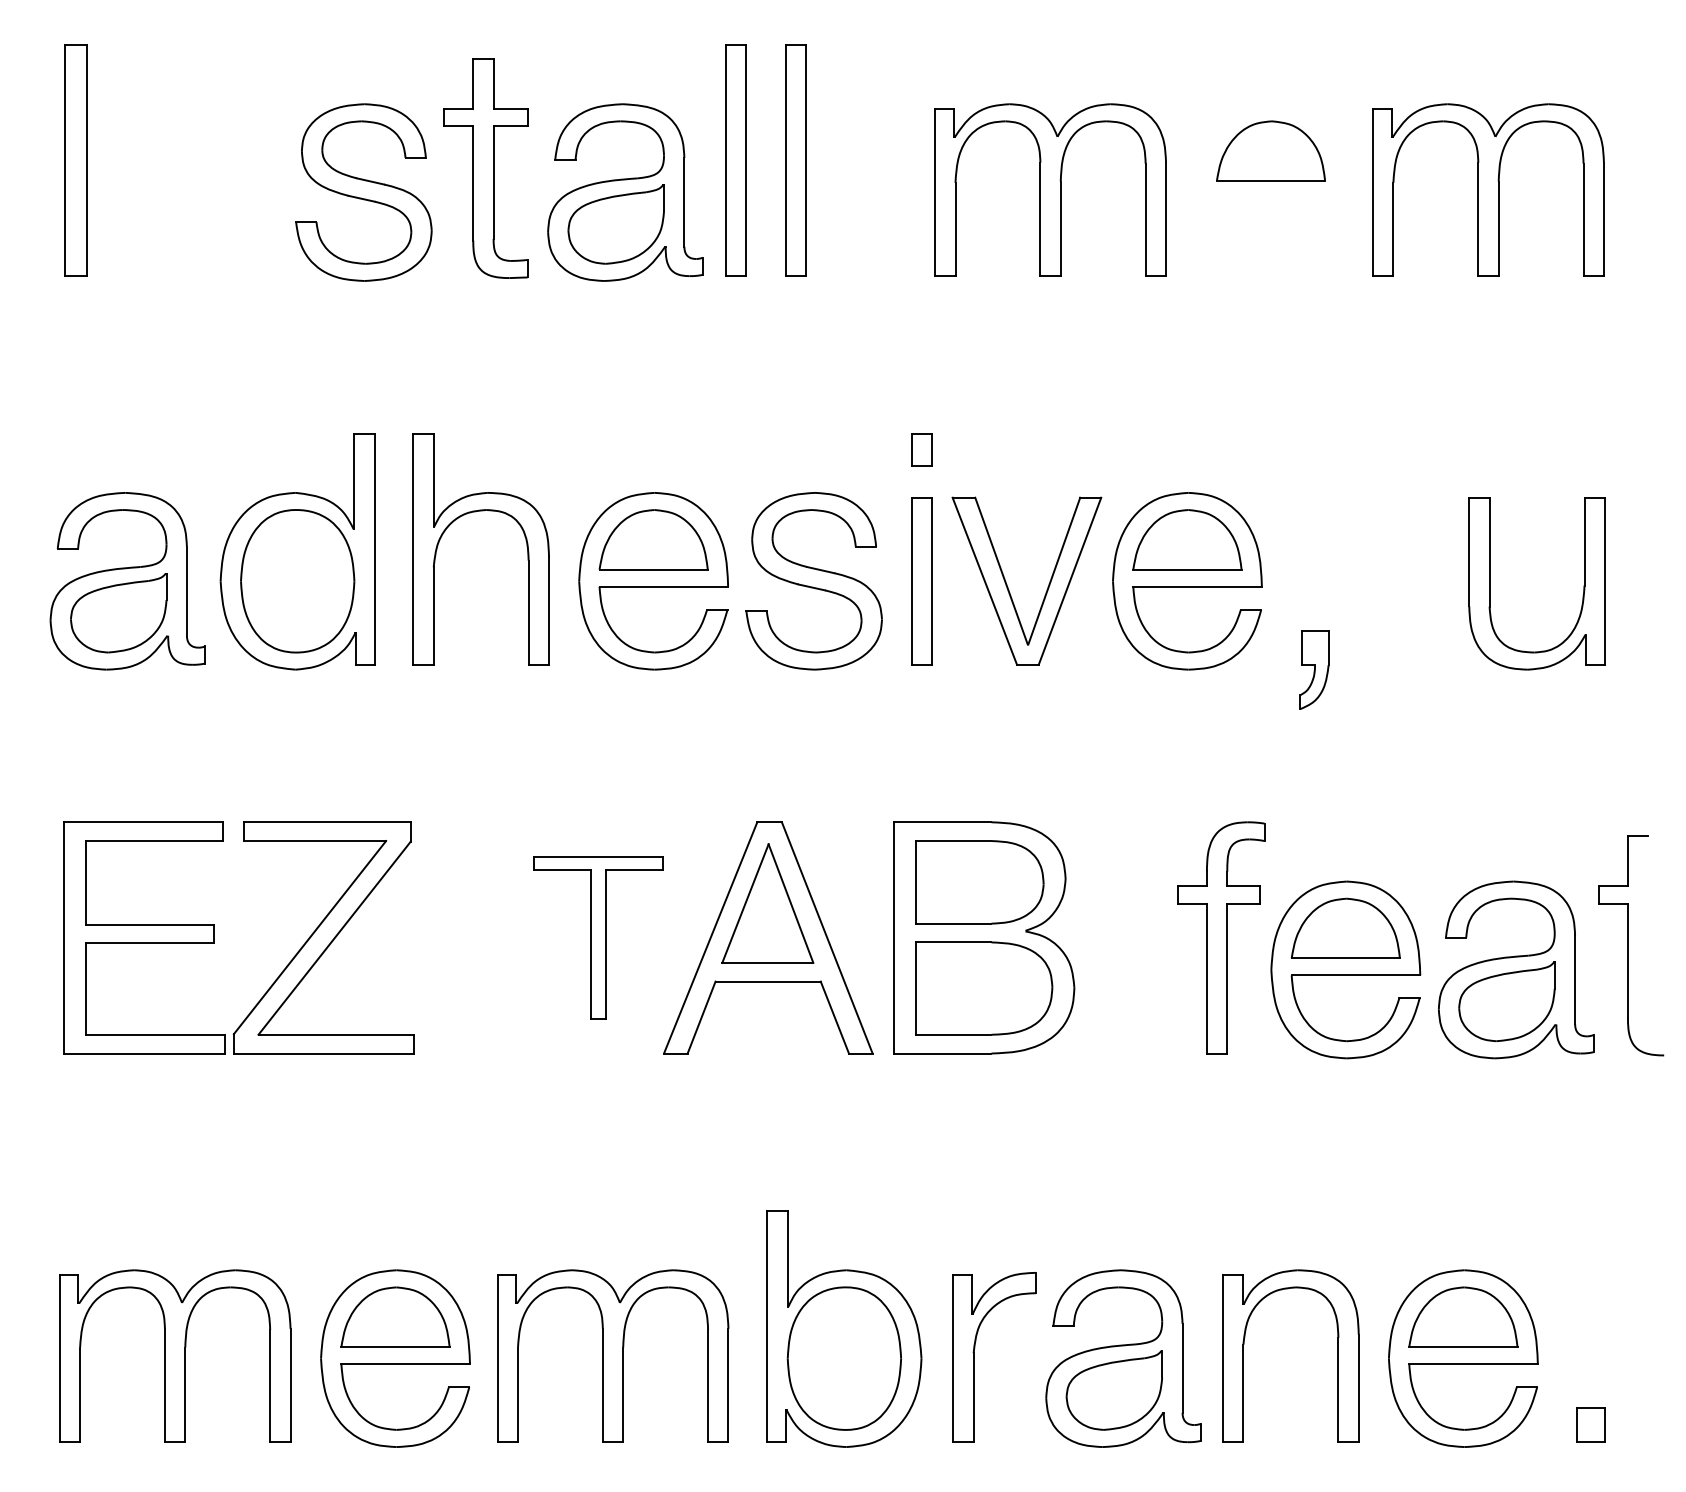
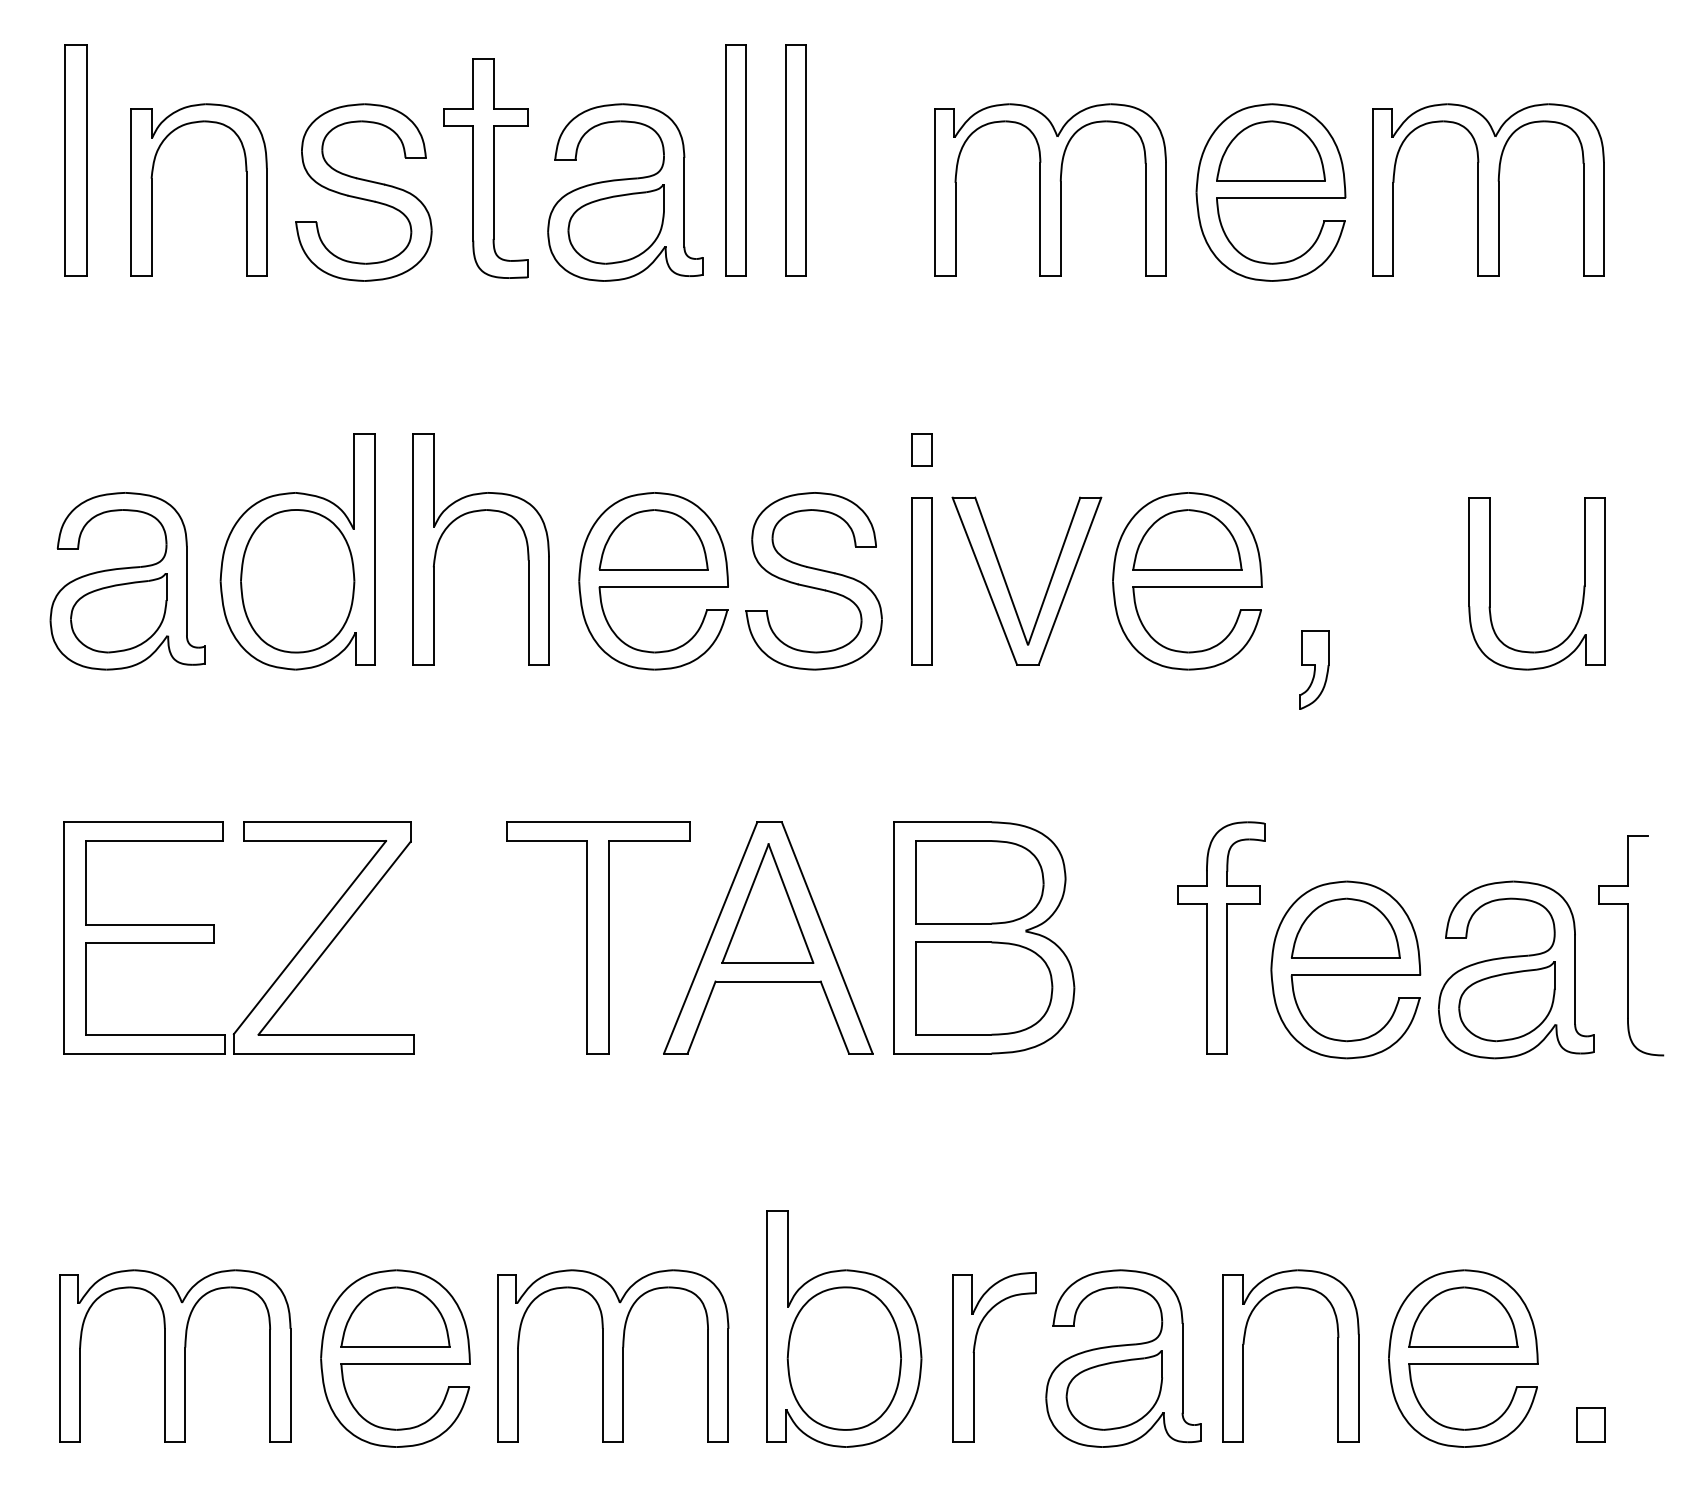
part at (152, 189): none -> present
part at (1270, 192): none -> present
part at (598, 937) size: 131x164 px -> 185x234 px
